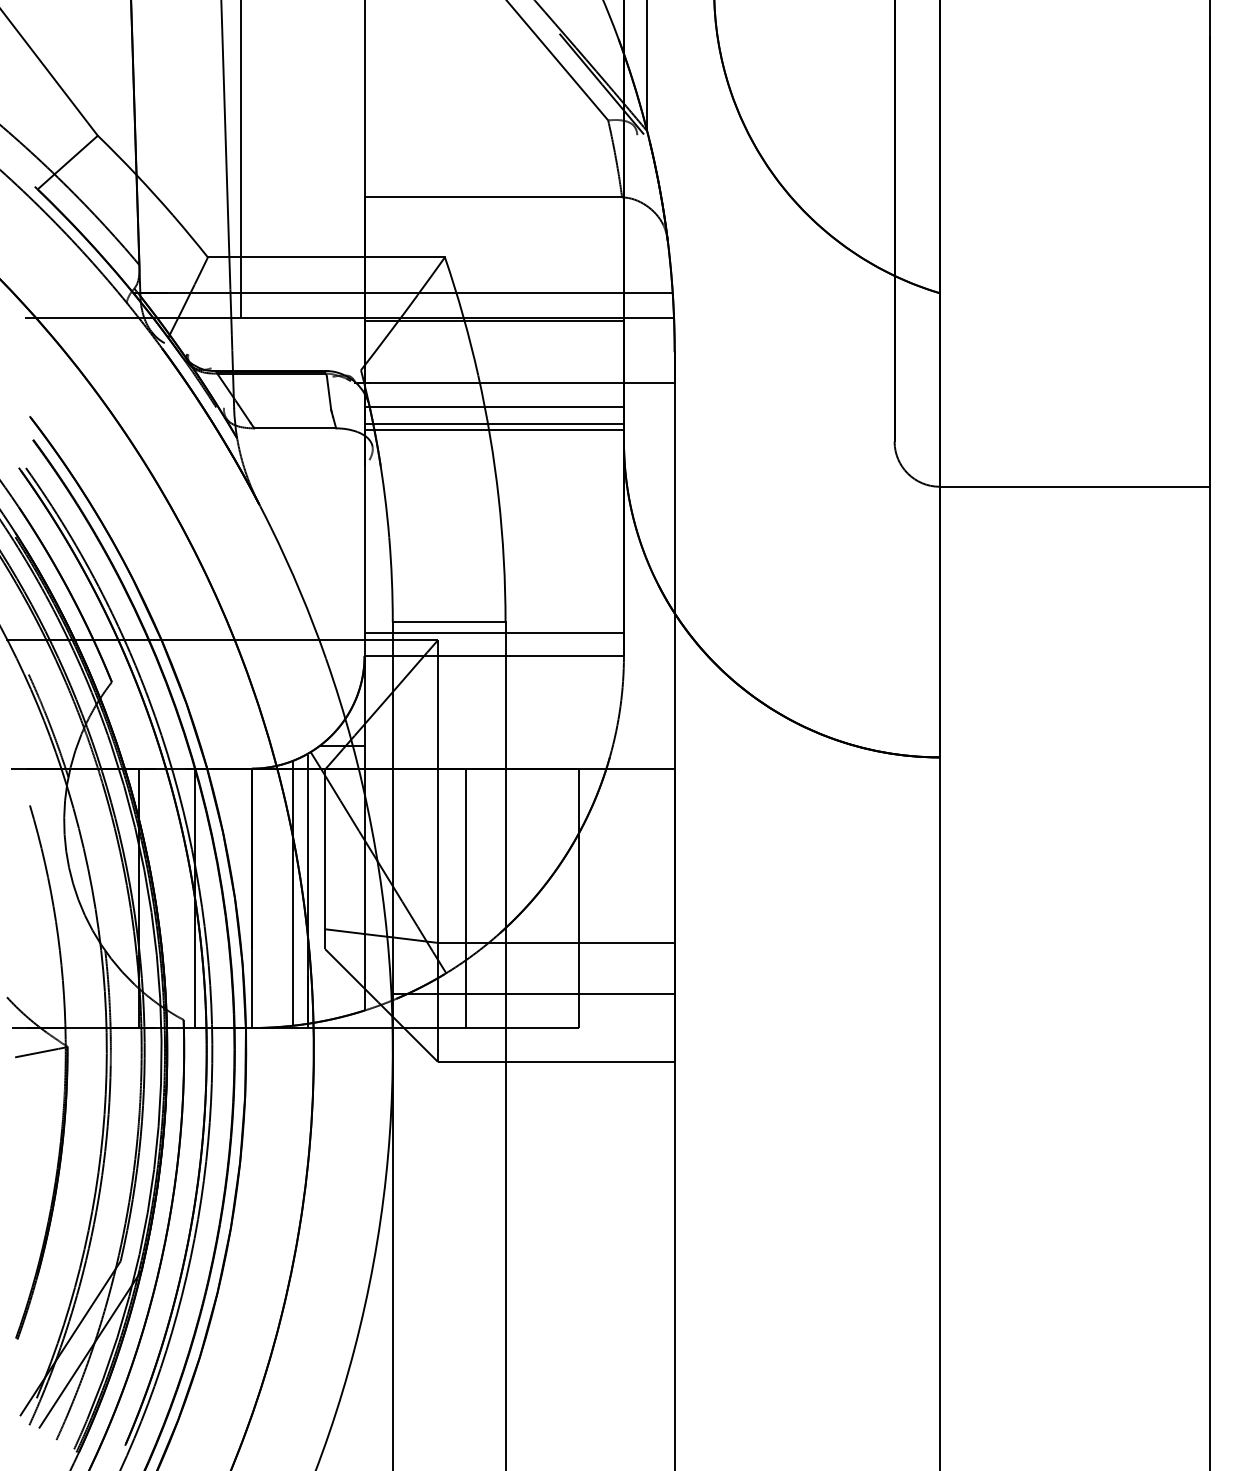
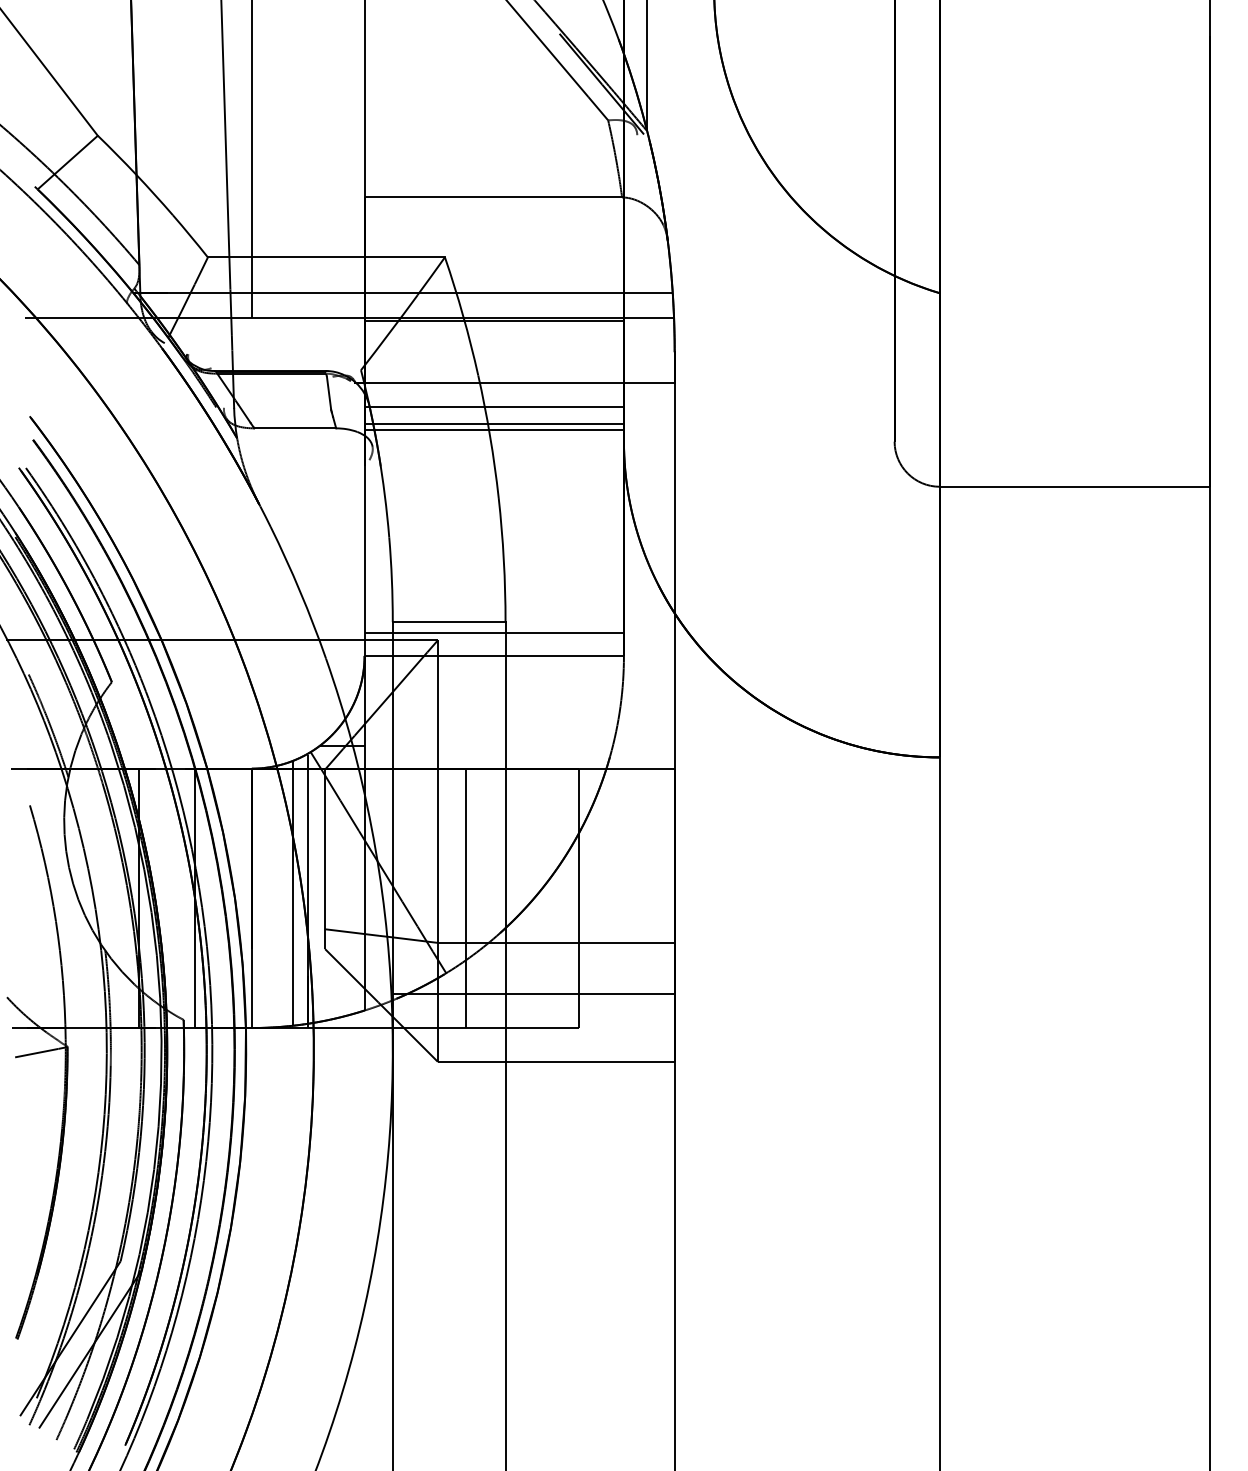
line at (240, 159) position: (240, 159) -> (251, 159)
